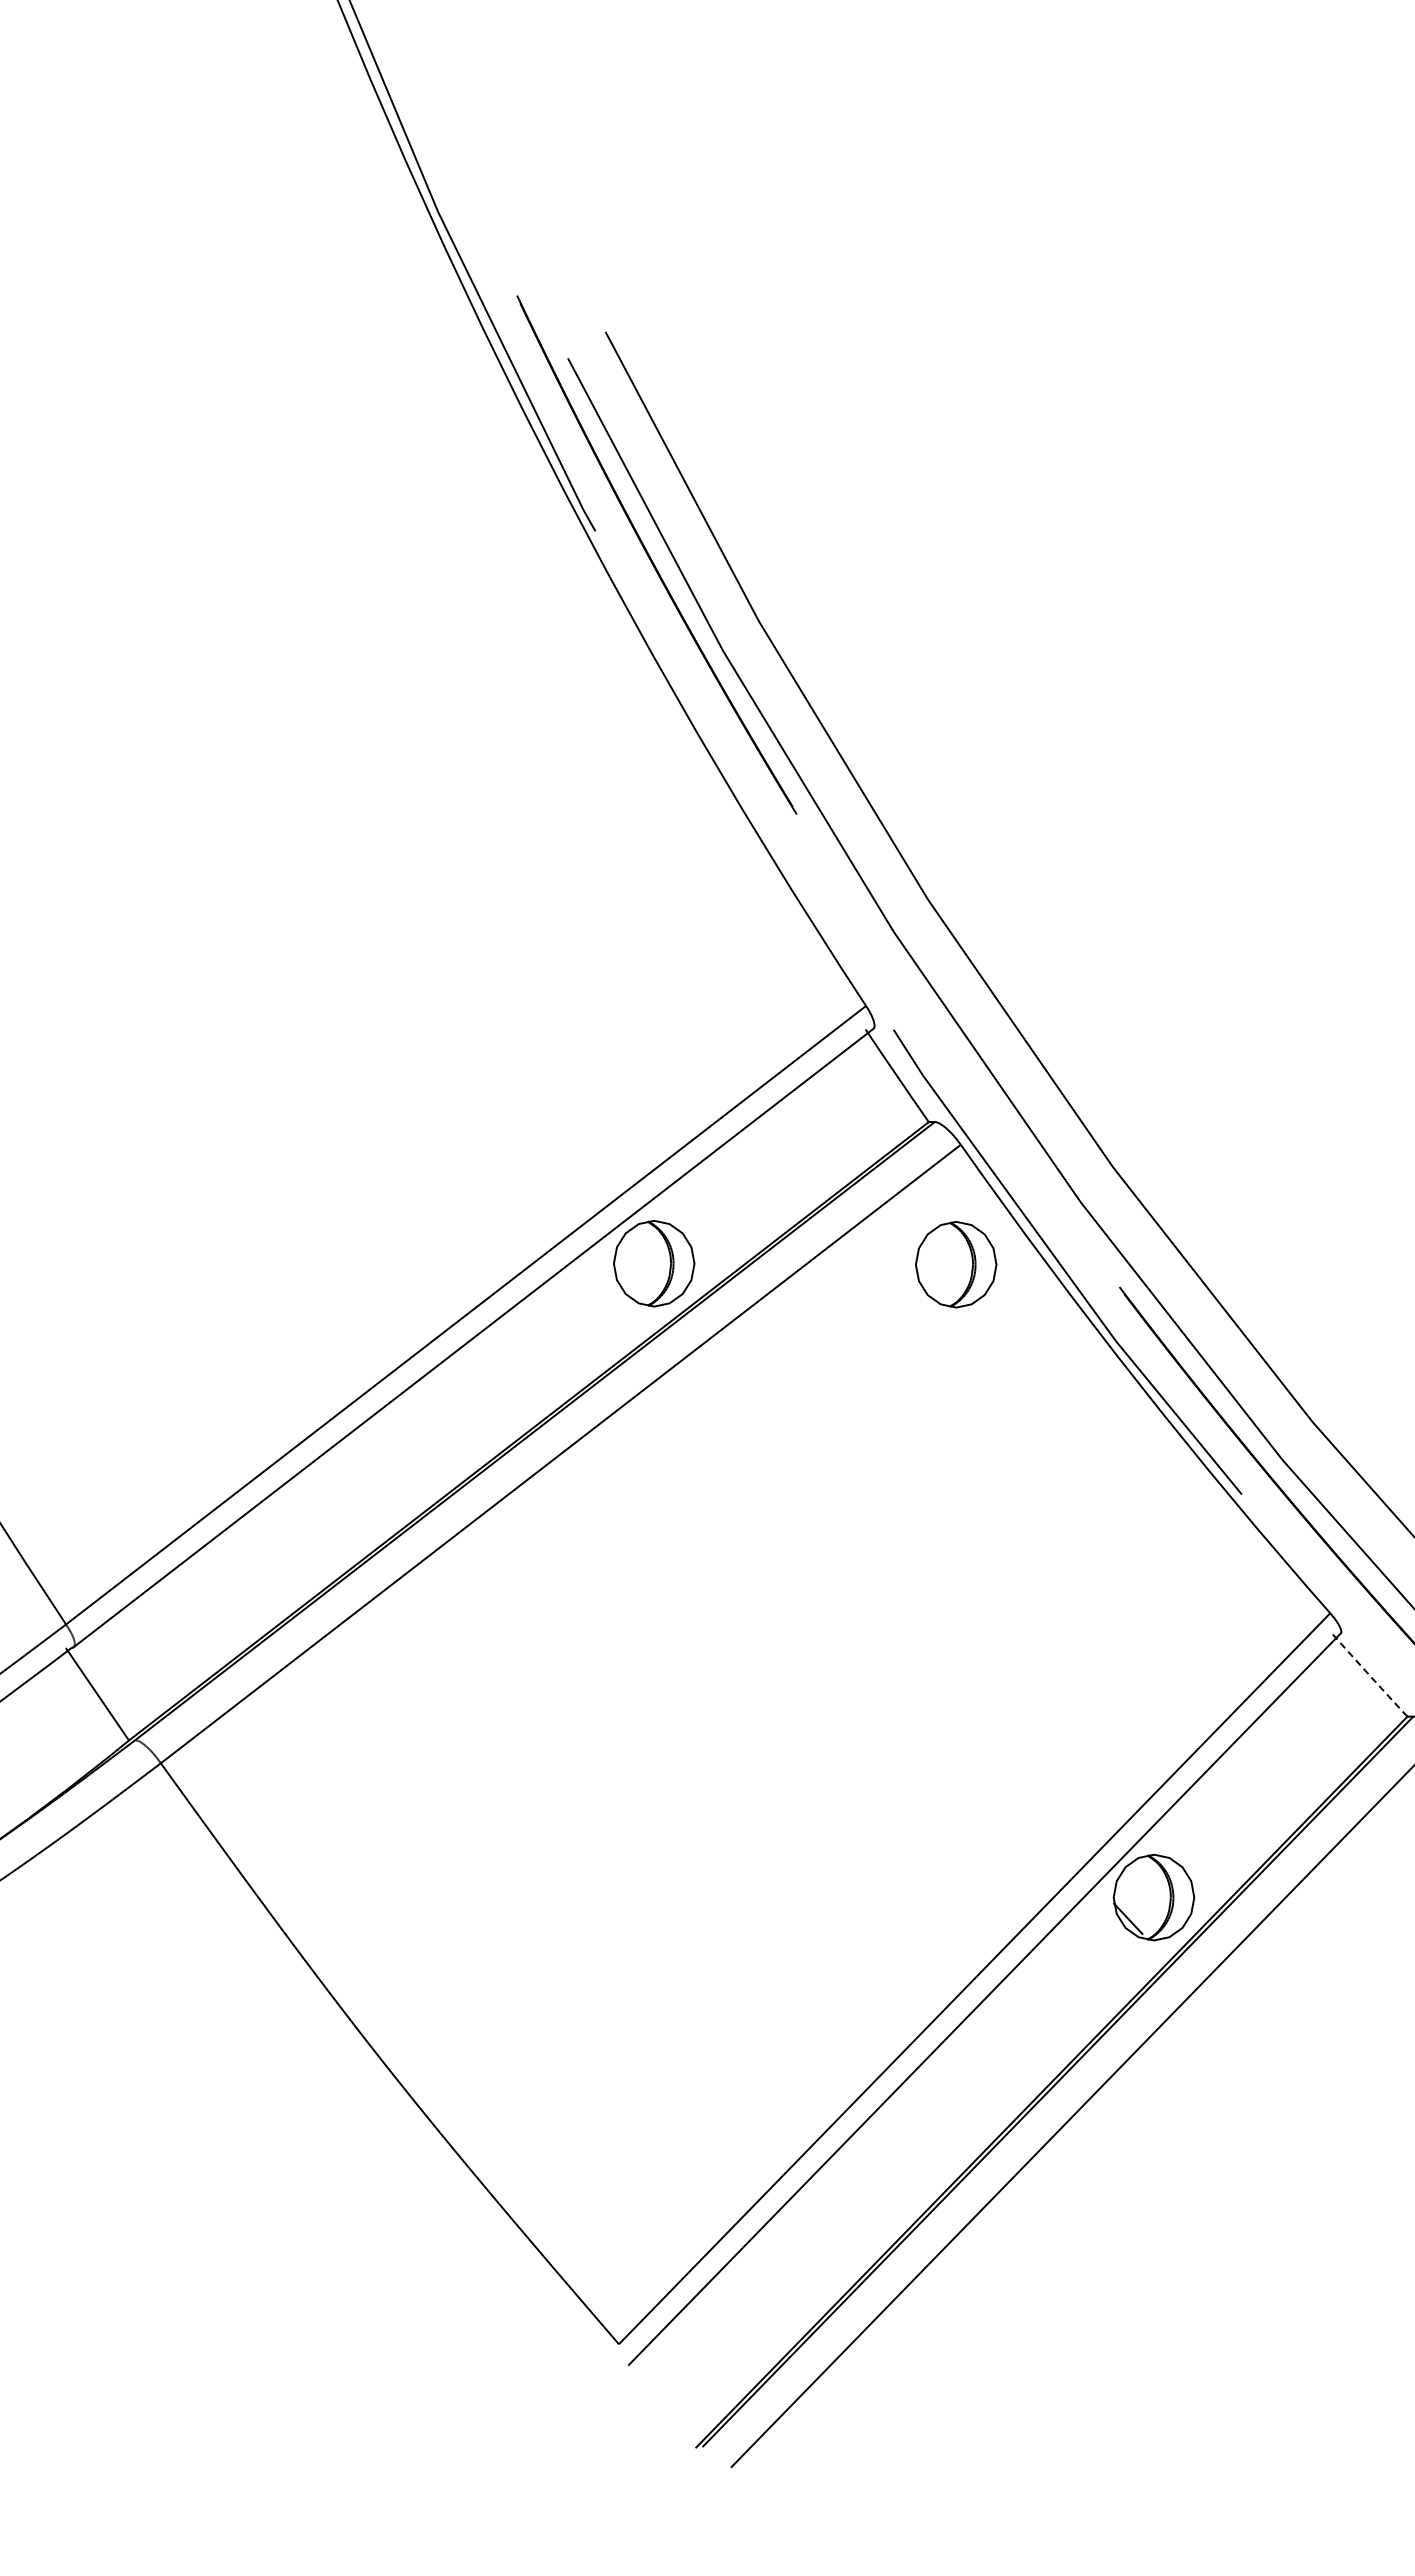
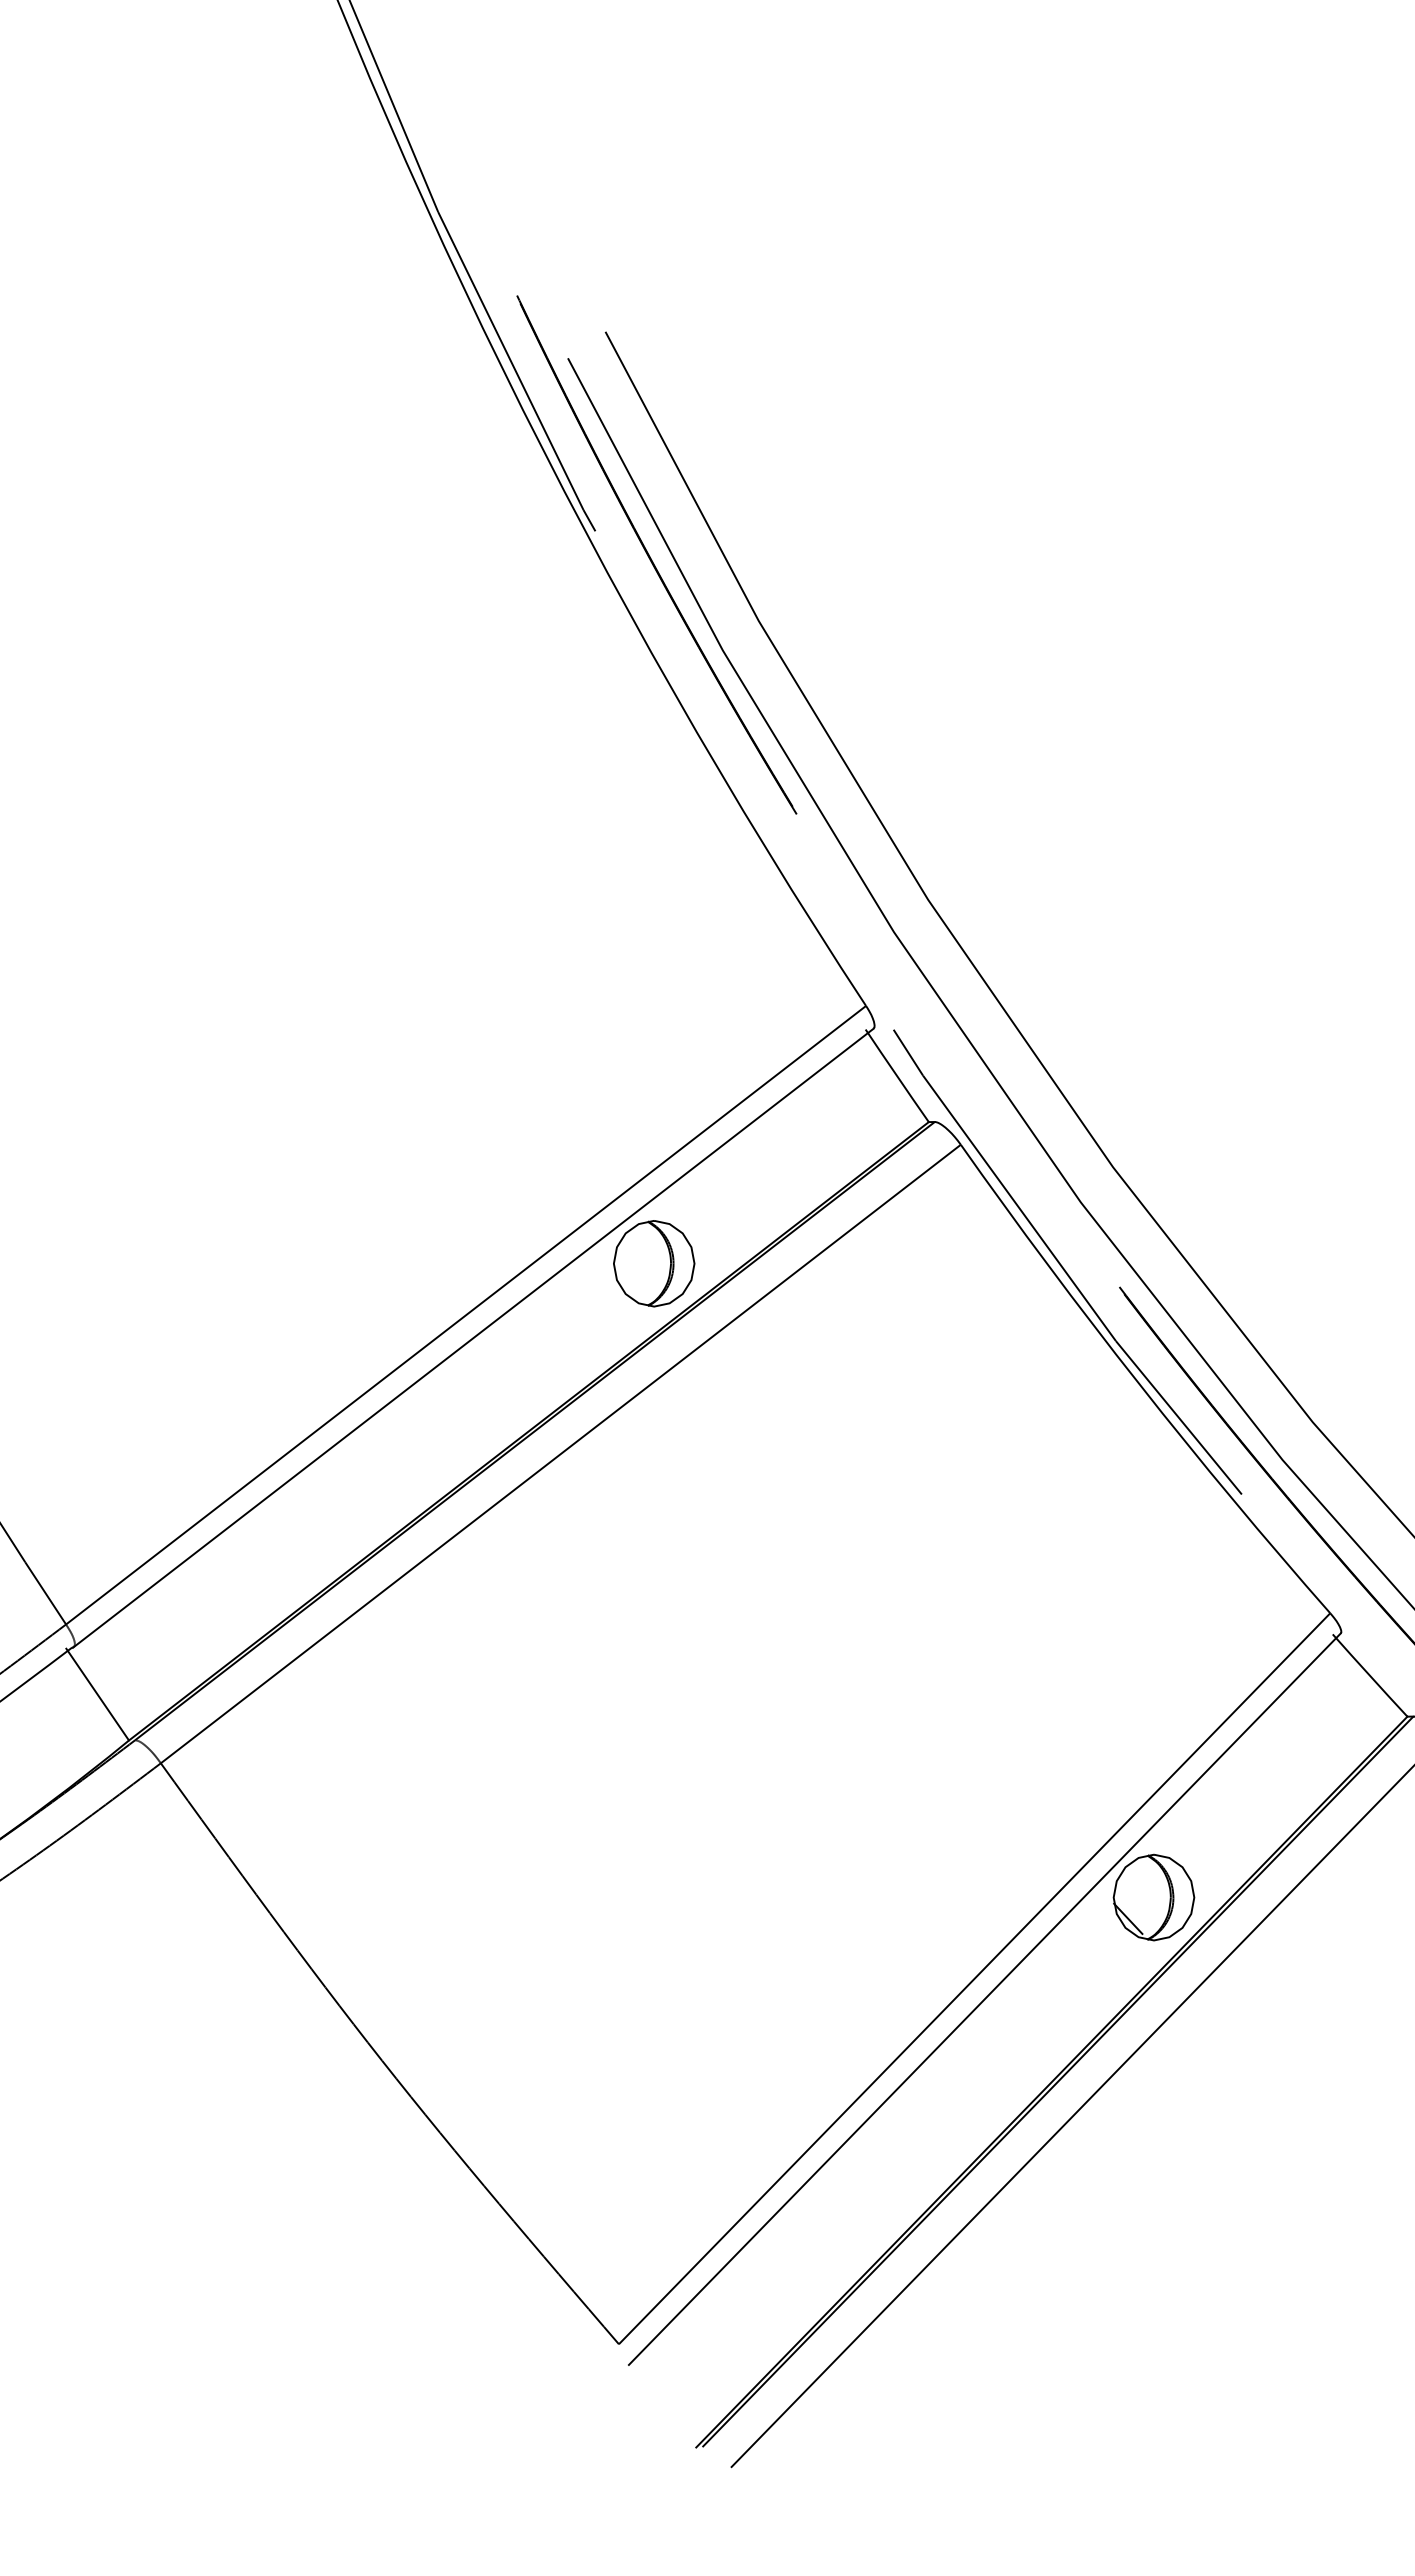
part at (956, 1264): present -> none
arc at (1369, 1675): dashed -> solid
